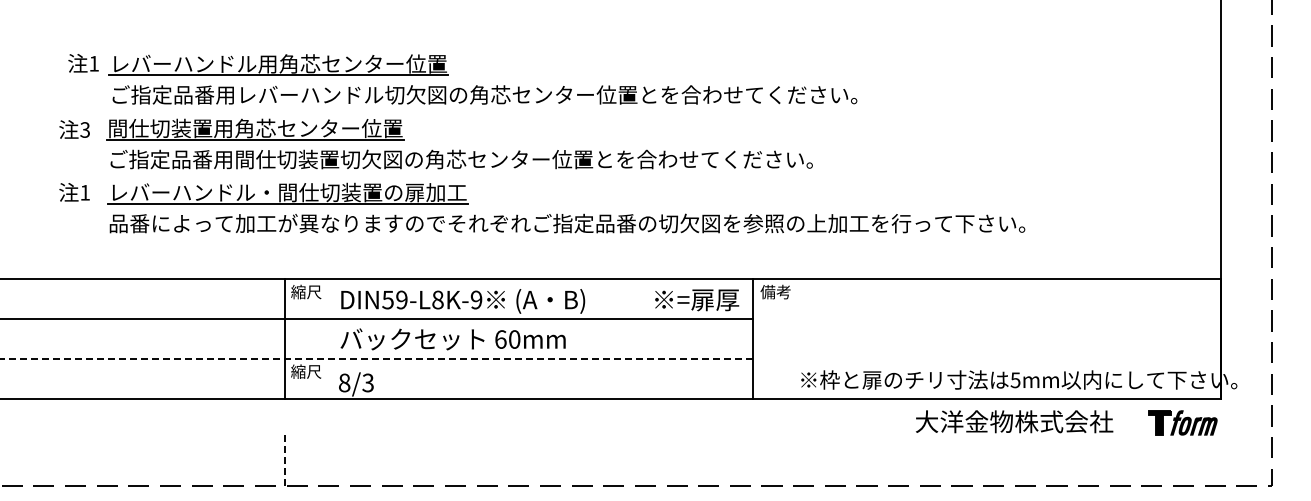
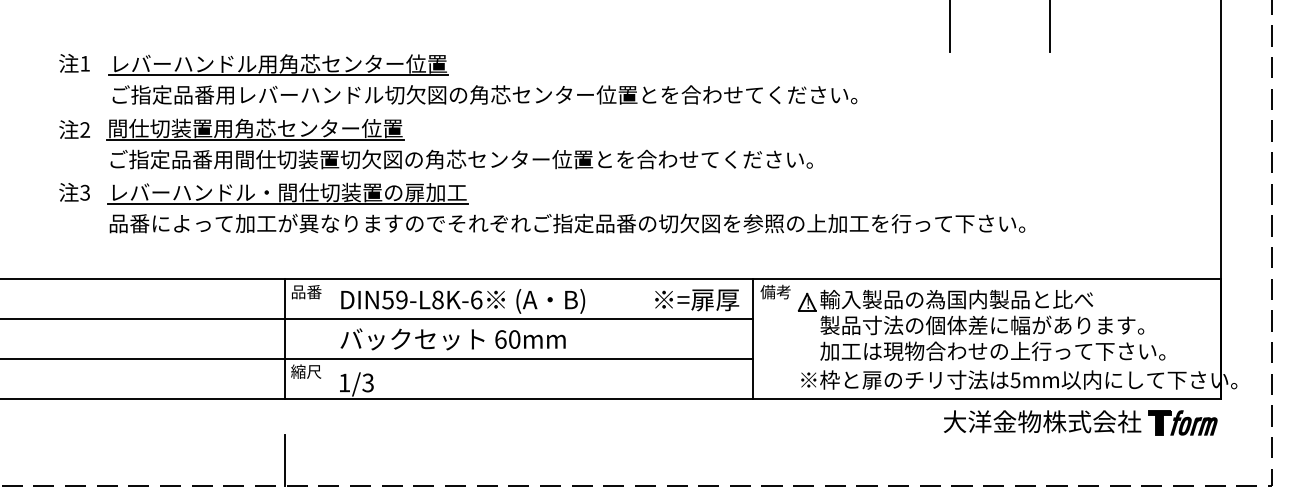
line at (950, 27): none -> present
line at (1049, 27): none -> present
text at (83, 63) position: (83, 63) -> (74, 63)
text at (85, 129): 3 -> 2
text at (84, 192): 1 -> 3
text at (306, 291): 縮尺 -> 品番
text at (476, 299): DIN59-L8K-9 -> DIN59-L8K-6
part at (981, 324): none -> present
line at (376, 358): dashed -> solid
text at (344, 382): 8/3 -> 1/3
text at (1014, 421) position: (1014, 421) -> (1042, 421)
line at (284, 460): dashed -> solid
